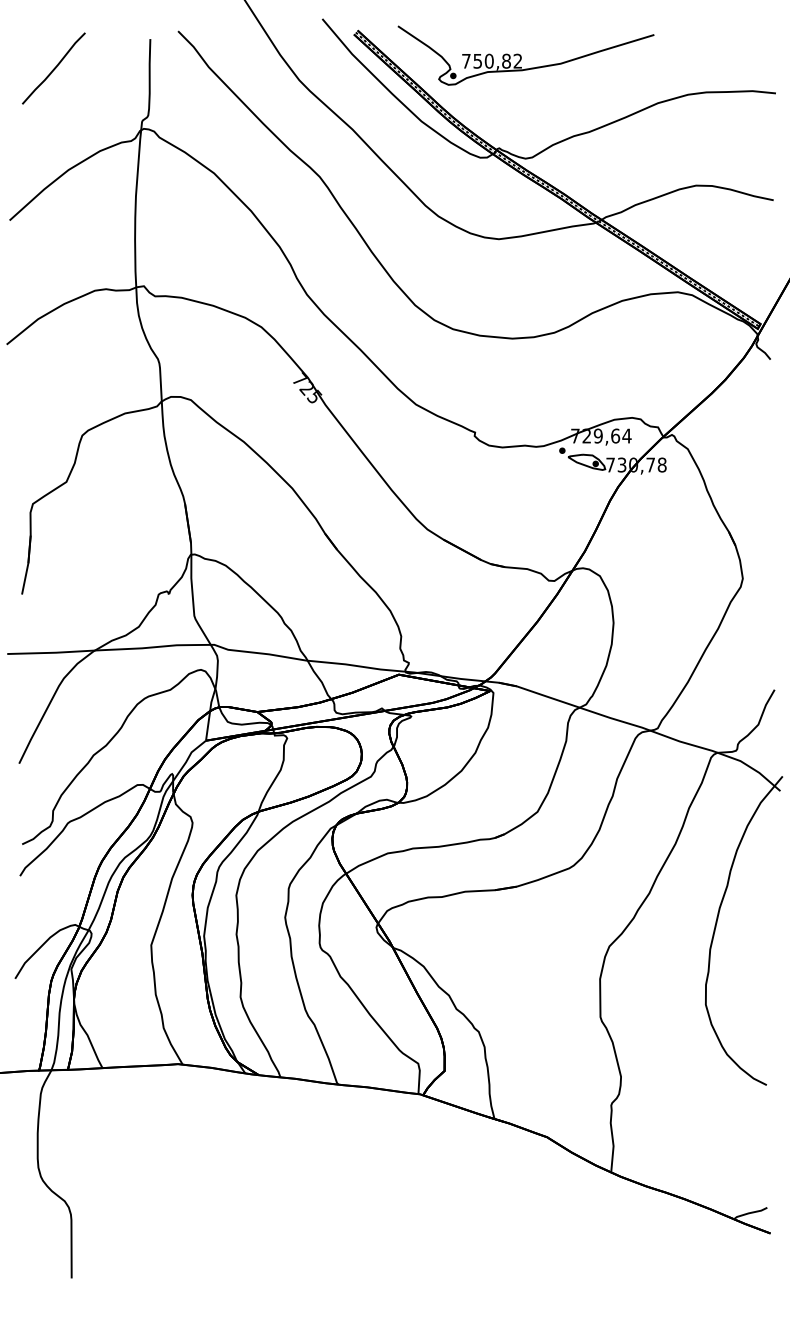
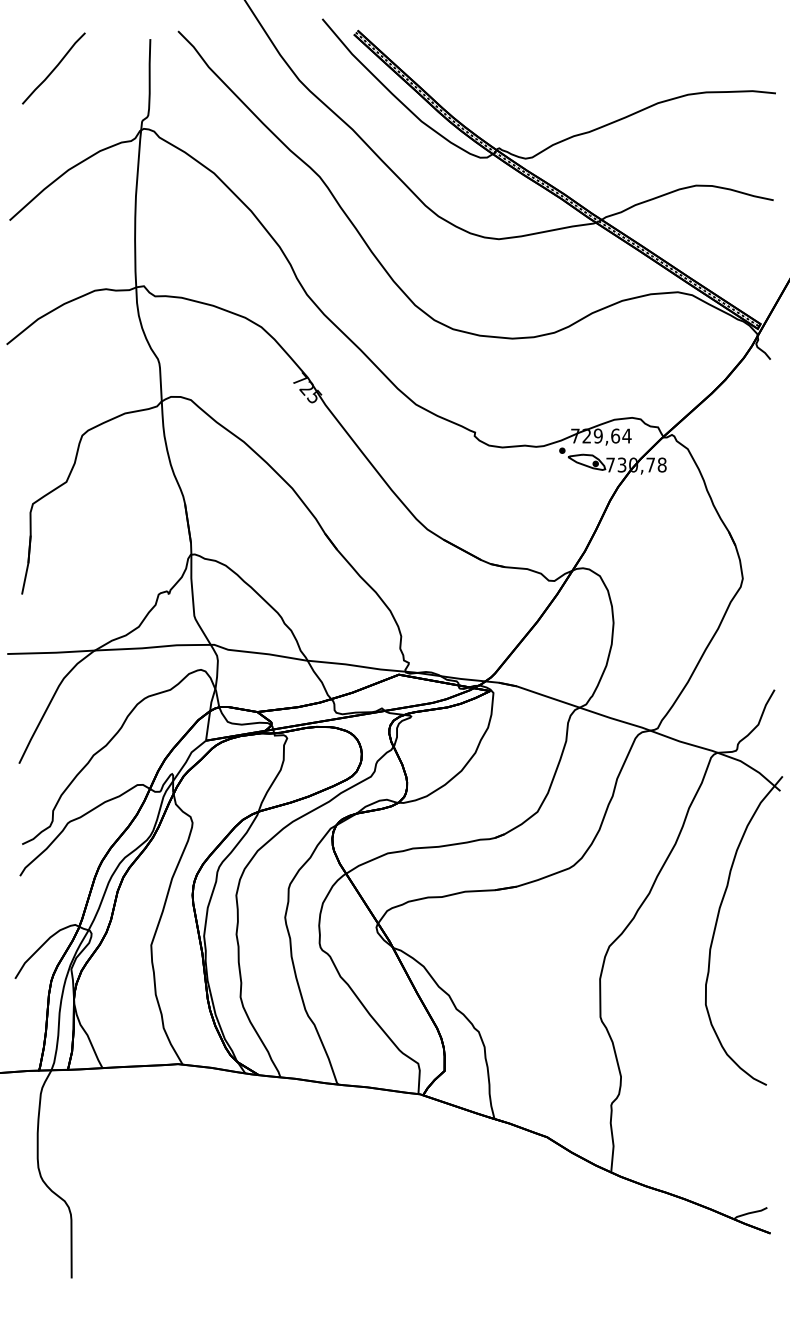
part at (525, 55): present -> none
